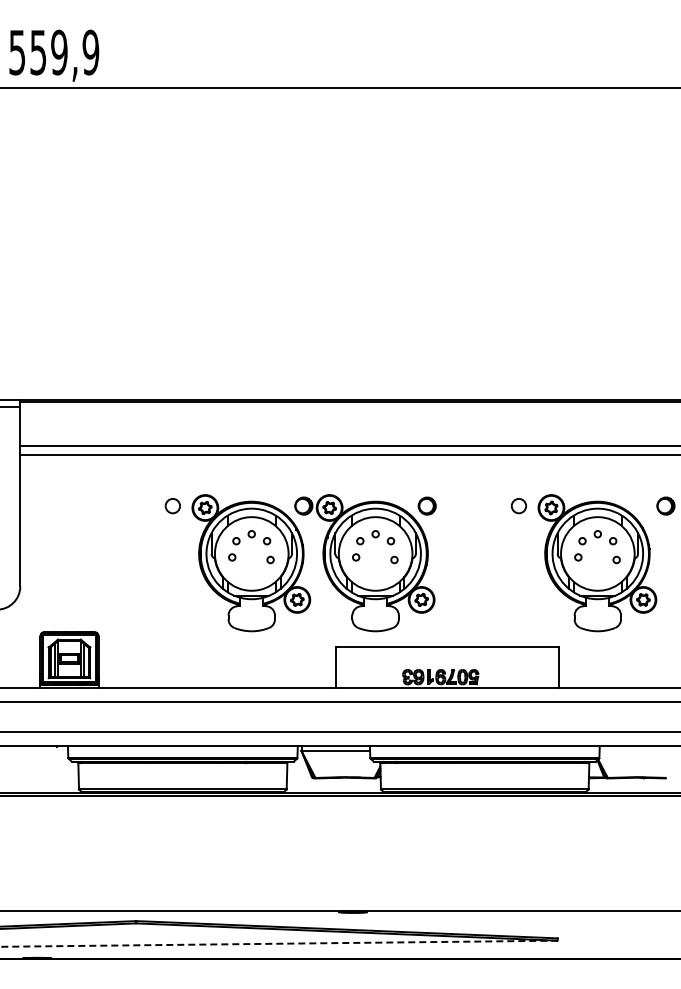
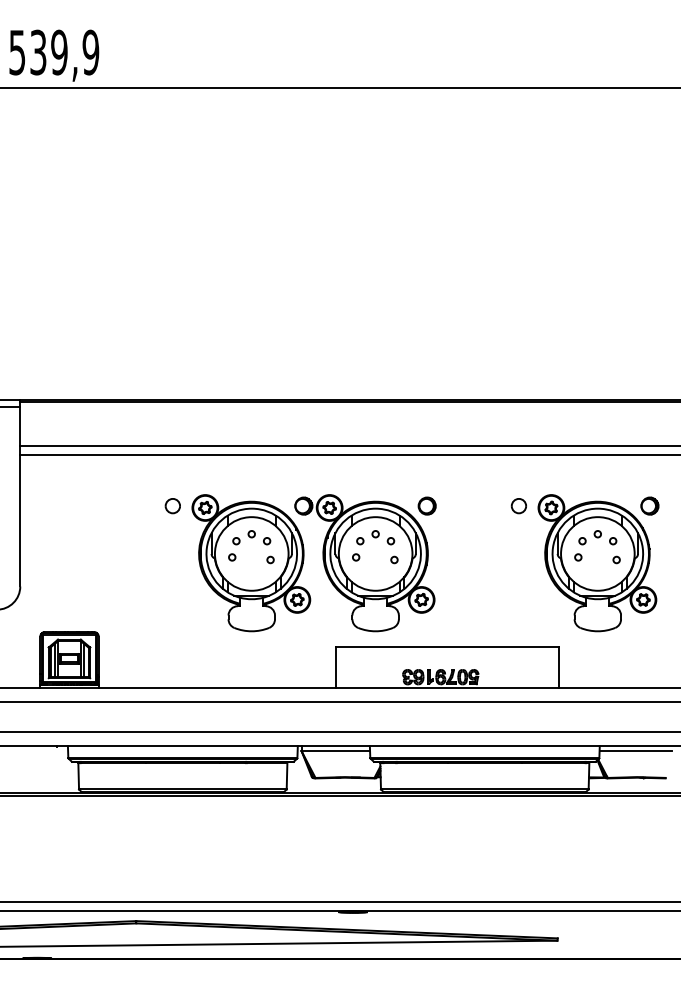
text at (38, 51): 559,9 -> 539,9
part at (665, 505) position: (665, 505) -> (649, 505)
line at (635, 751): none -> present
line at (339, 902): none -> present
line at (279, 943): dashed -> solid
